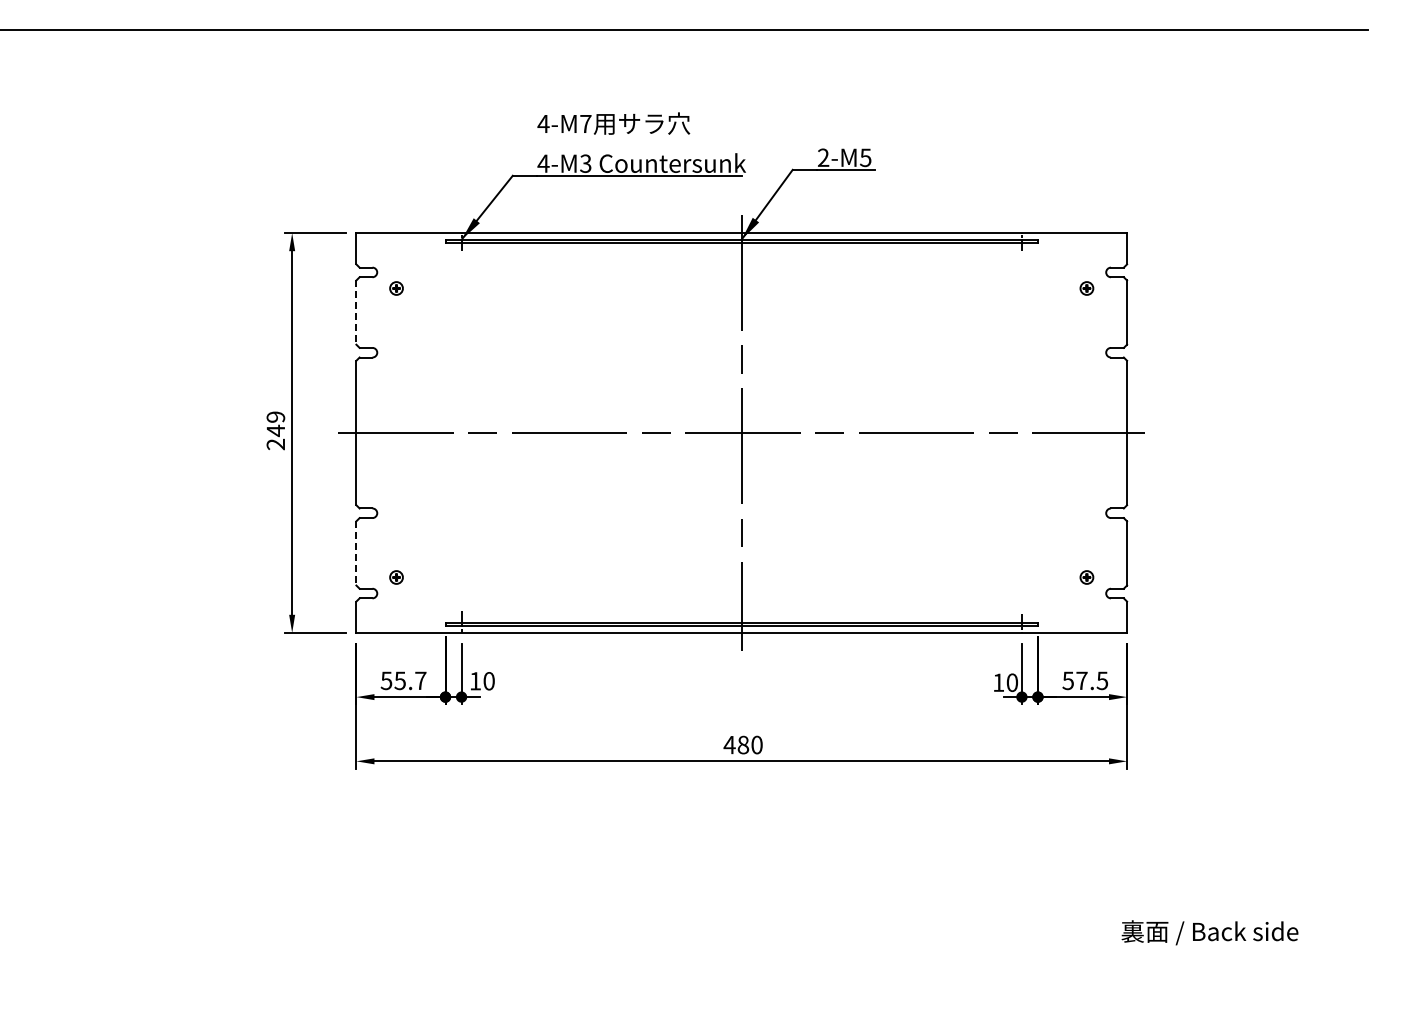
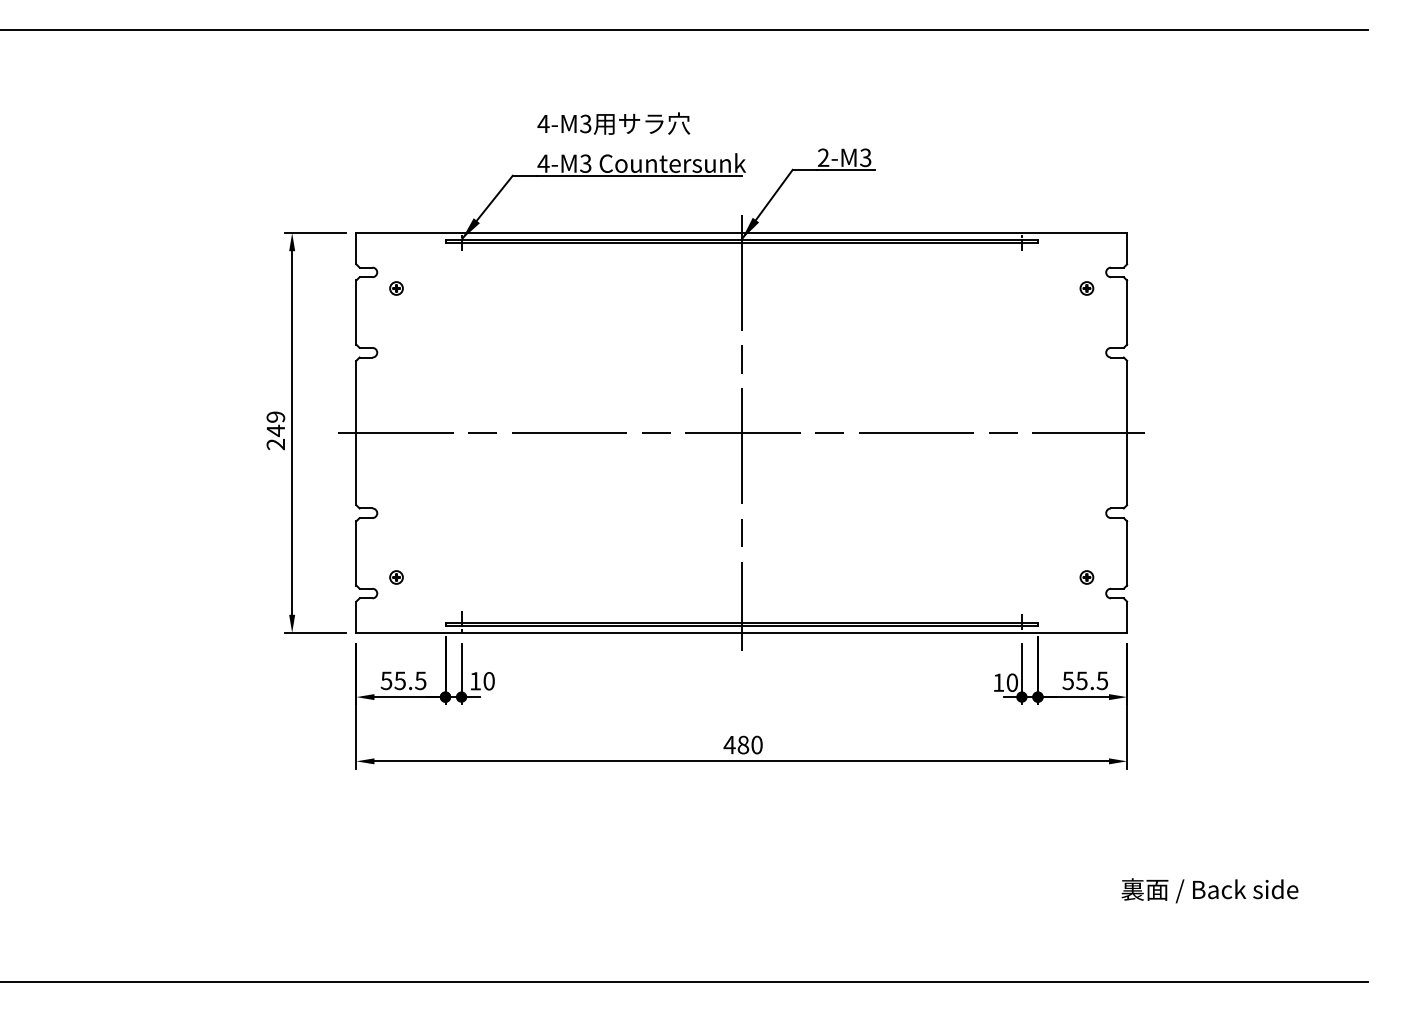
text at (585, 123): 4-M7 -> 4-M3
text at (865, 157): 2-M5 -> 2-M3
line at (356, 313): dashed -> solid
line at (356, 553): dashed -> solid
text at (420, 680): 55.7 -> 55.5
text at (1081, 680): 57.5 -> 55.5
text at (1209, 932) position: (1209, 932) -> (1209, 890)
line at (684, 981): none -> present
